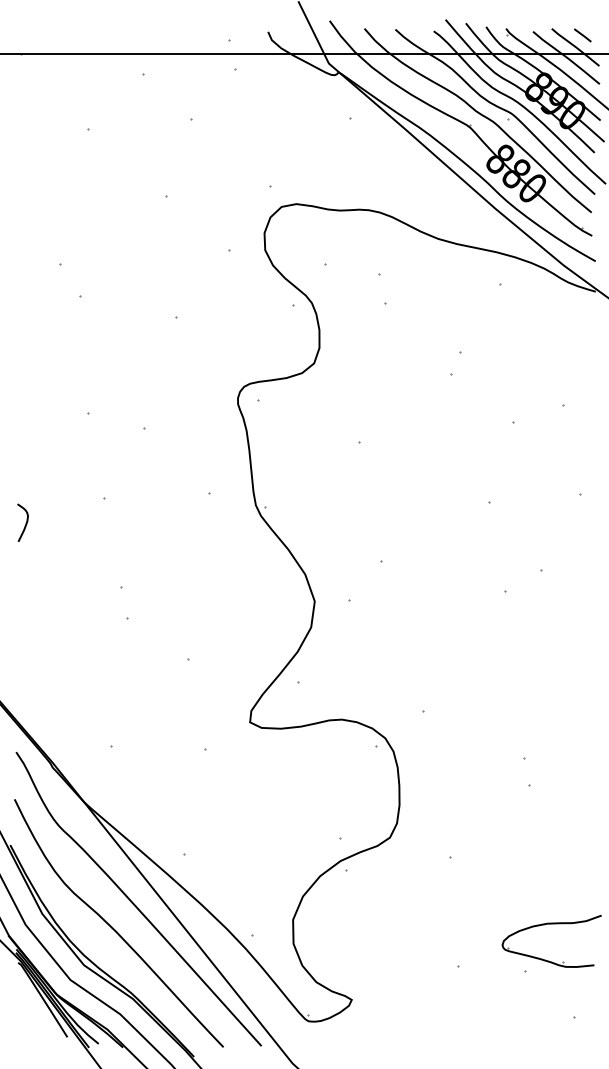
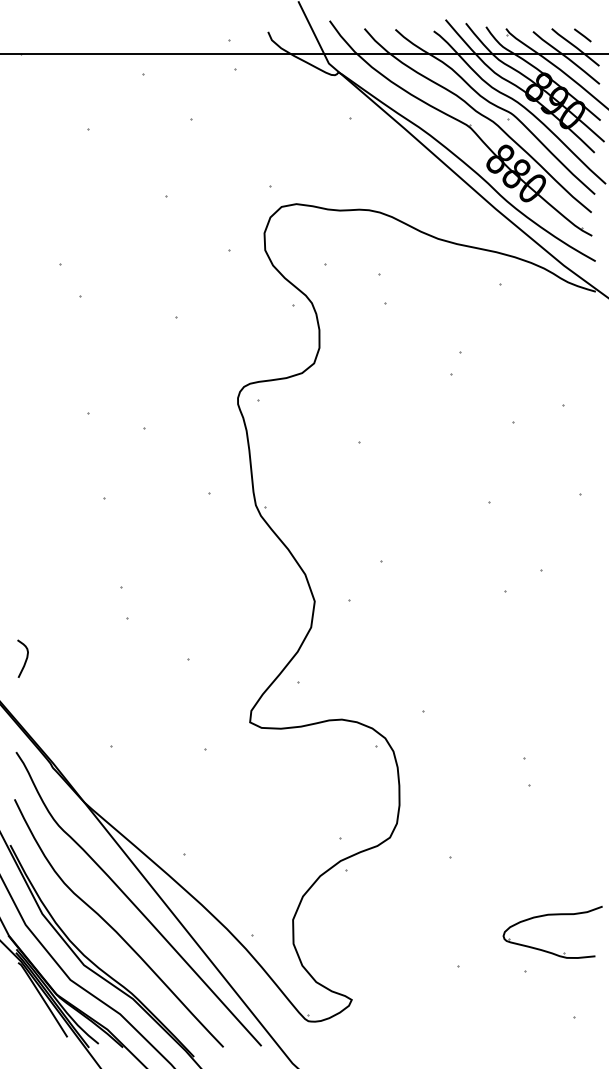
curve at (25, 523) position: (25, 523) -> (25, 659)
part at (551, 924) position: (551, 924) -> (552, 915)
